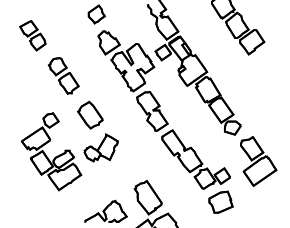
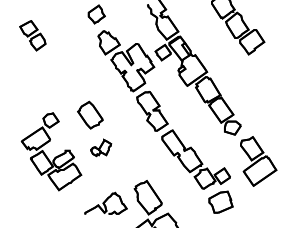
part at (63, 75): present -> none
part at (100, 147) size: 36x30 px -> 23x20 px
part at (105, 210) position: (105, 210) -> (105, 202)
